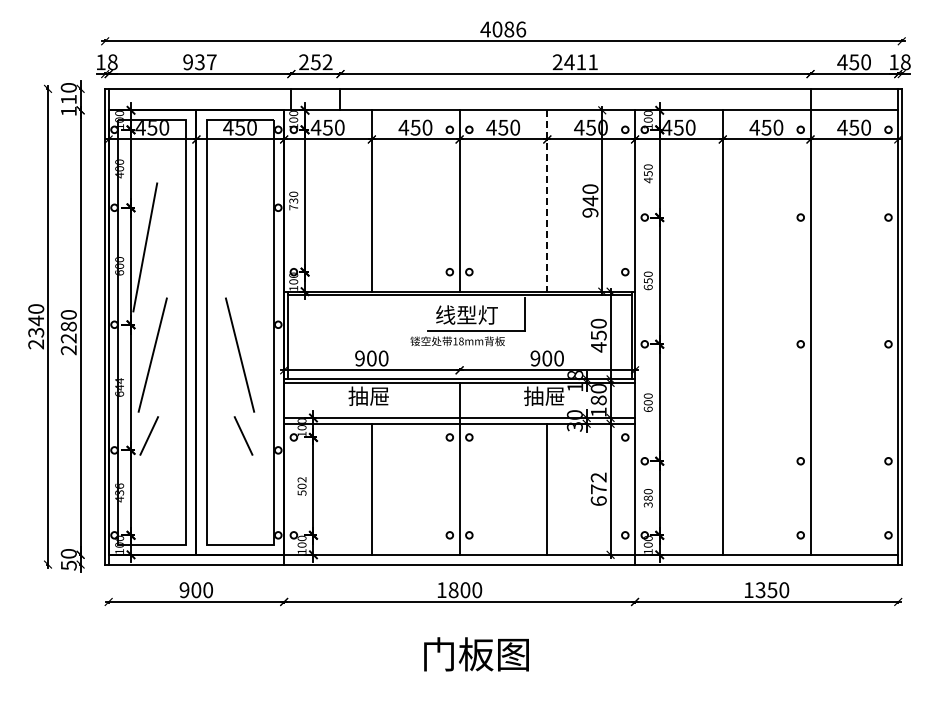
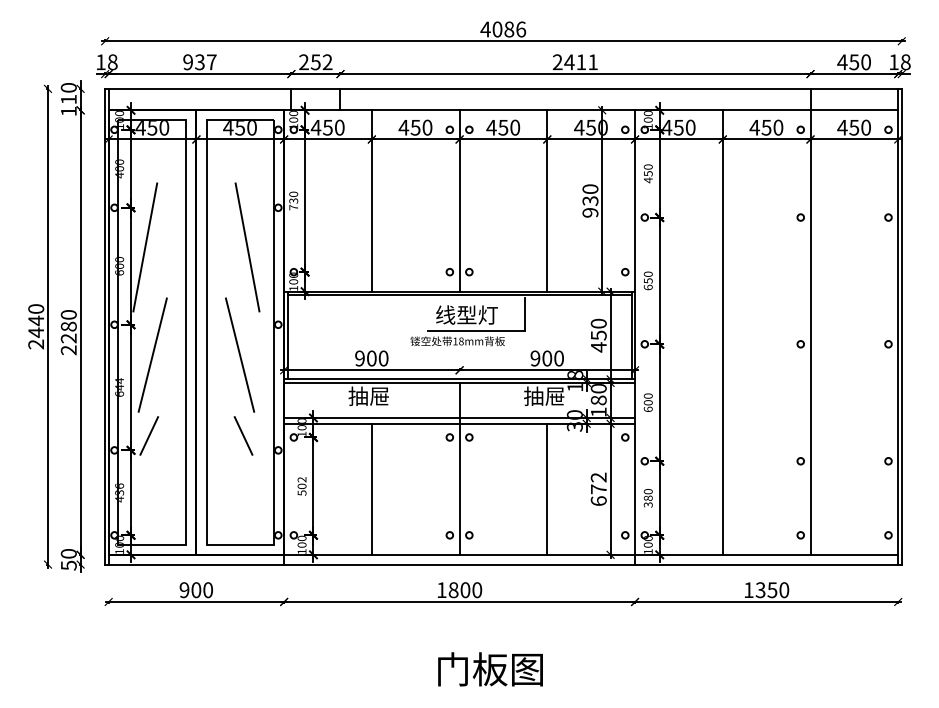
text at (590, 200): 940 -> 930
line at (547, 201): dashed -> solid
line at (247, 247): none -> present
text at (36, 332): 2340 -> 2440
text at (476, 654) position: (476, 654) -> (490, 669)
